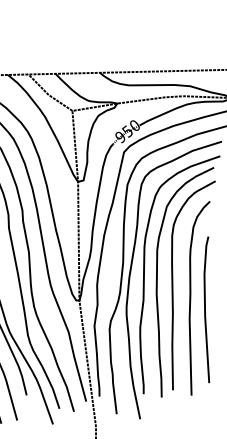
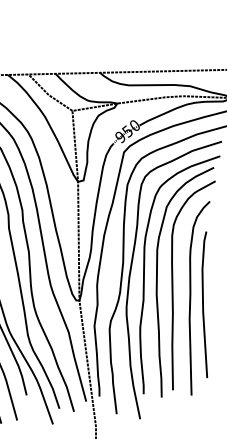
line at (205, 309) position: (205, 309) -> (203, 304)
